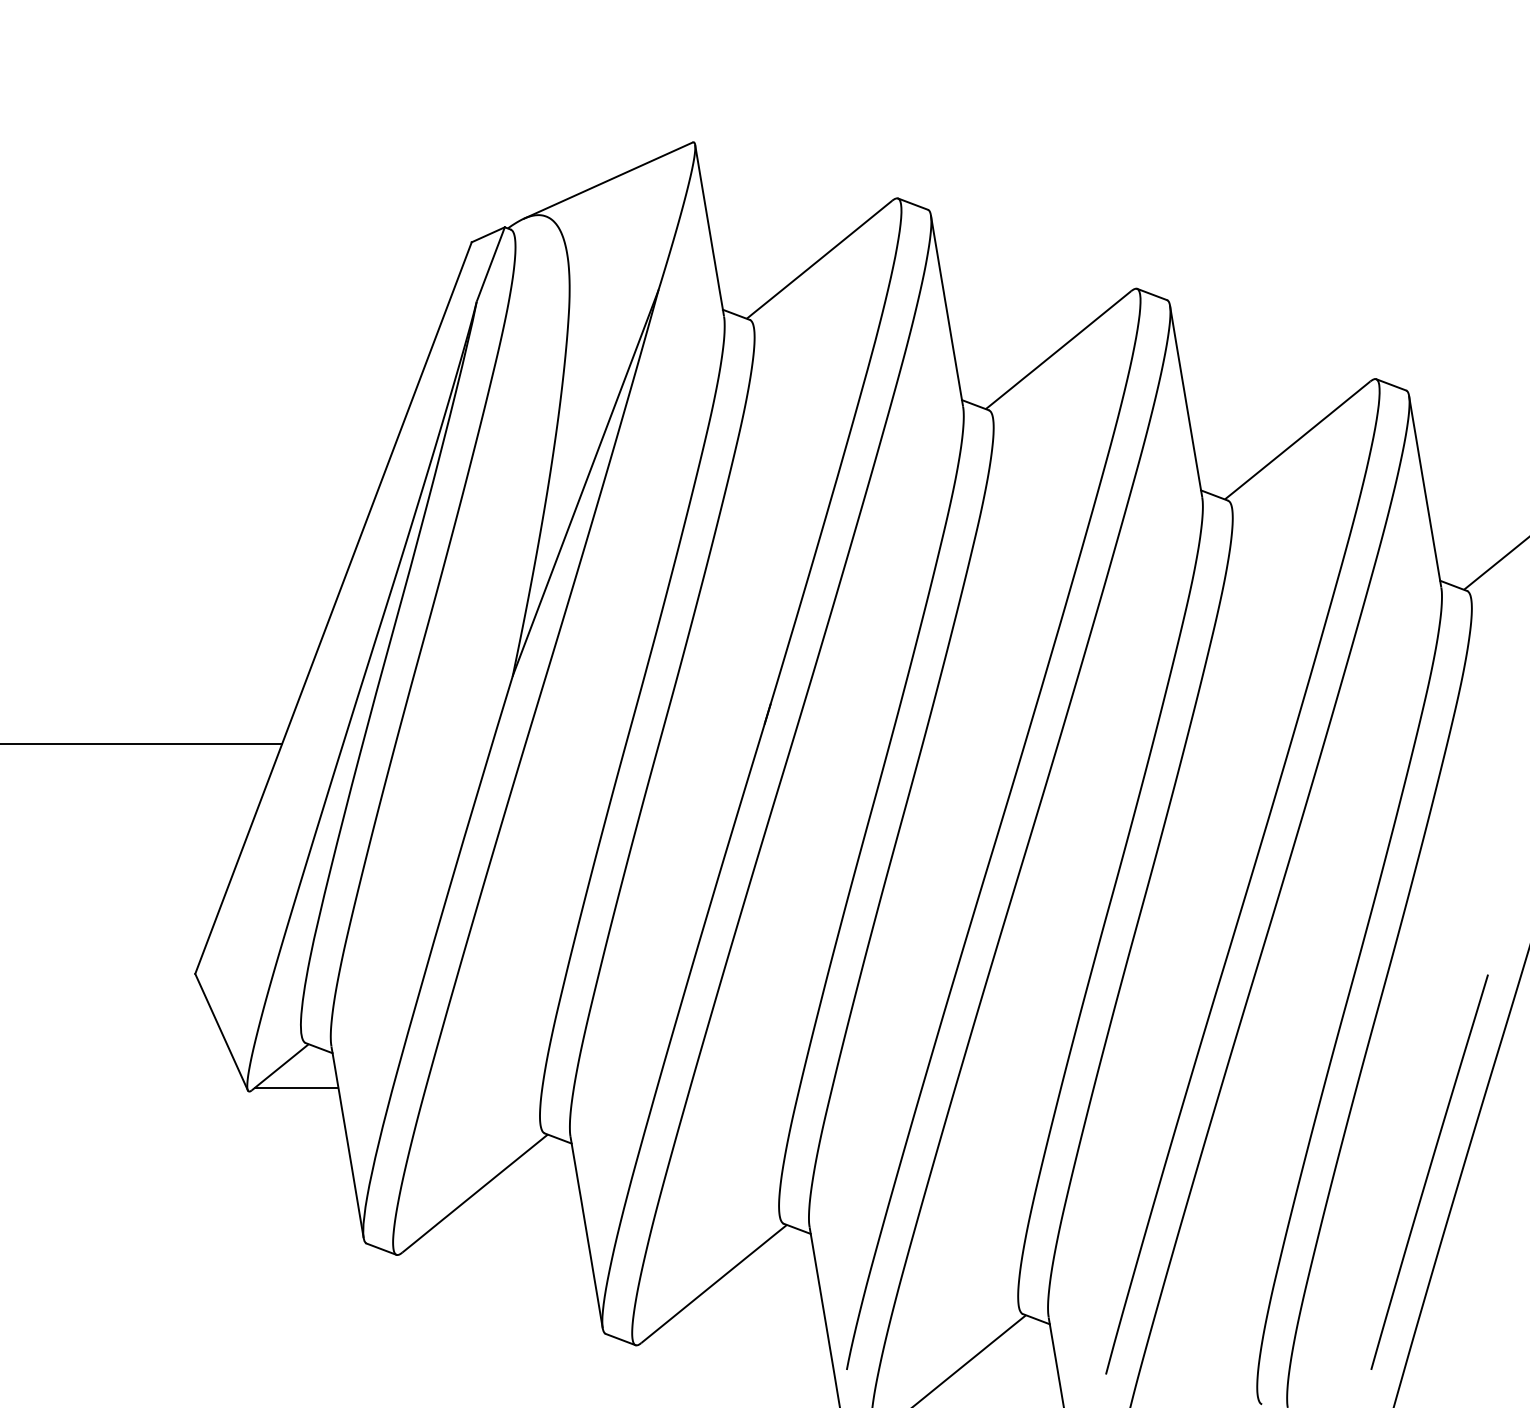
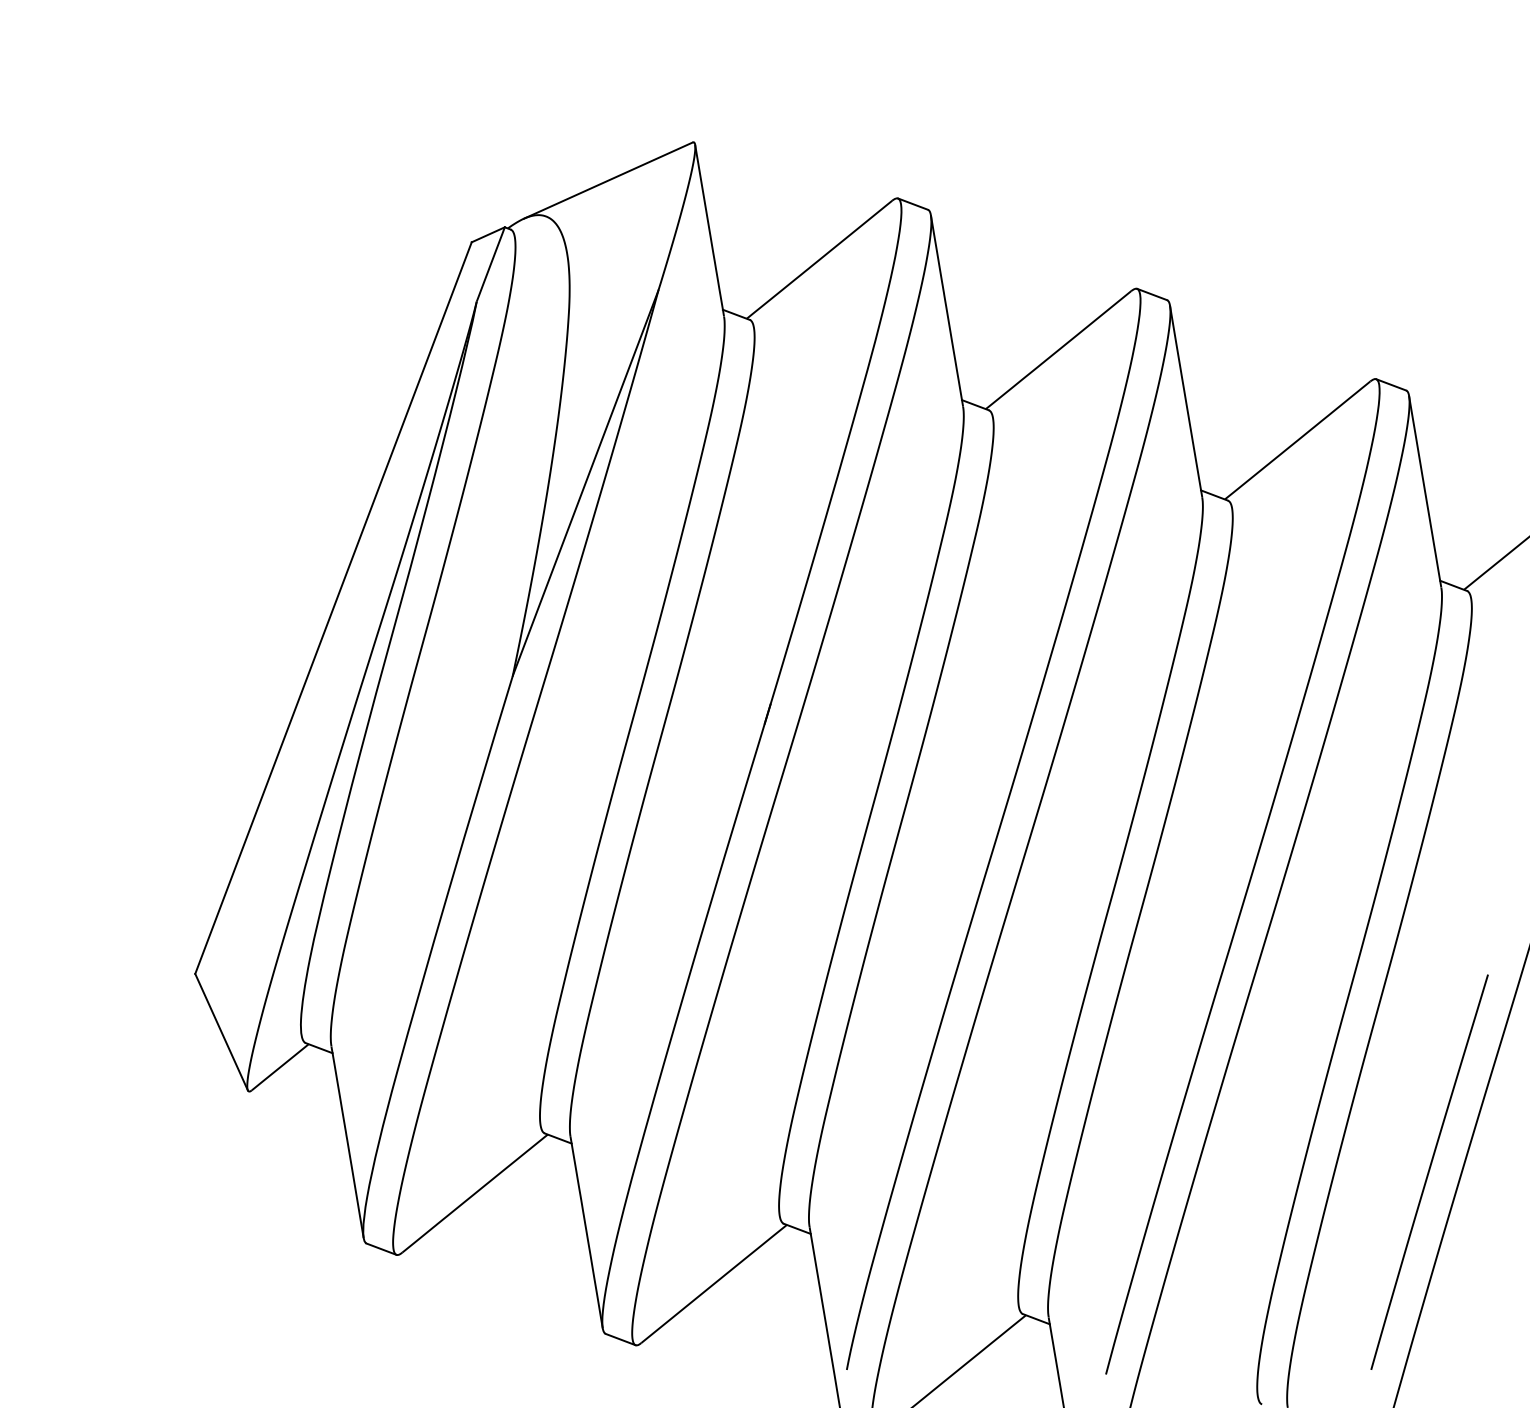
line at (142, 743): present -> none
line at (296, 1087): present -> none
